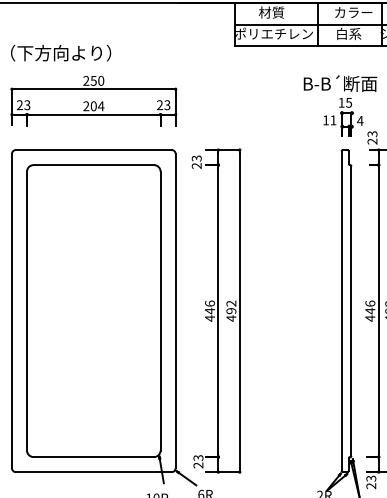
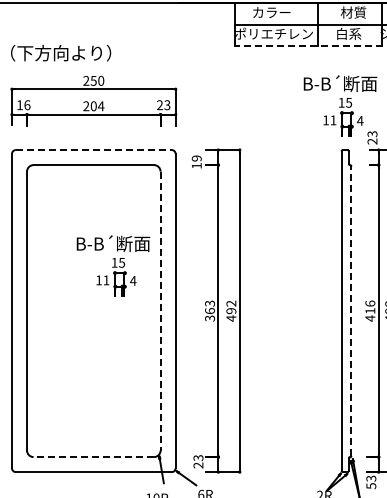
text at (271, 12): 材質 -> カラー
text at (353, 12): カラー -> 材質
line at (310, 45): solid -> dashed
text at (23, 105): 23 -> 16
line at (93, 150): solid -> dashed
text at (196, 161): 23 -> 19
part at (113, 265): none -> present
text at (210, 310): 446 -> 363
text at (370, 310): 446 -> 416
line at (160, 311): solid -> dashed
line at (351, 311): solid -> dashed
line at (93, 457): solid -> dashed
text at (371, 485): 23 -> 53
